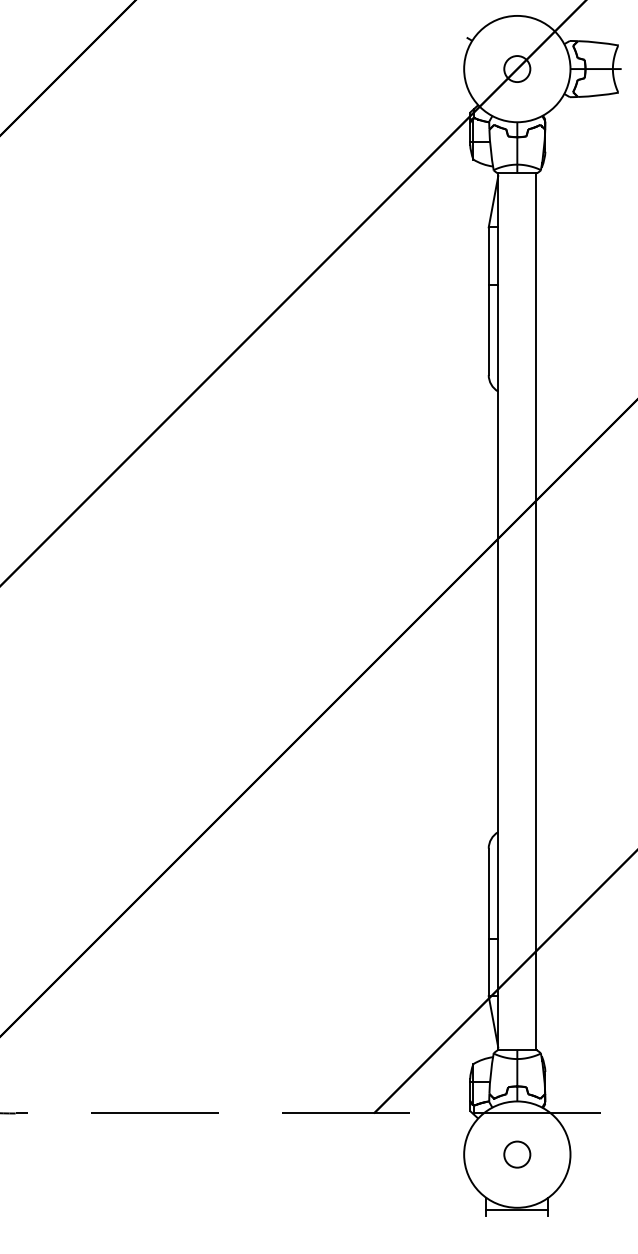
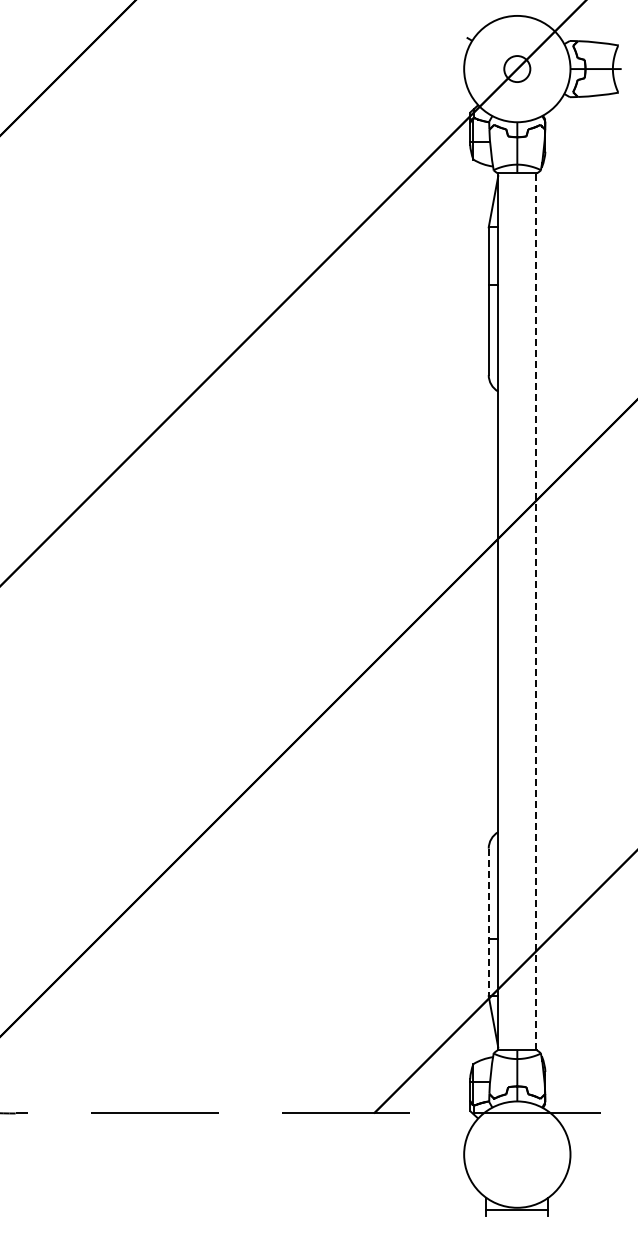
line at (536, 611): solid -> dashed
line at (488, 922): solid -> dashed
circle at (517, 1154): present -> none
